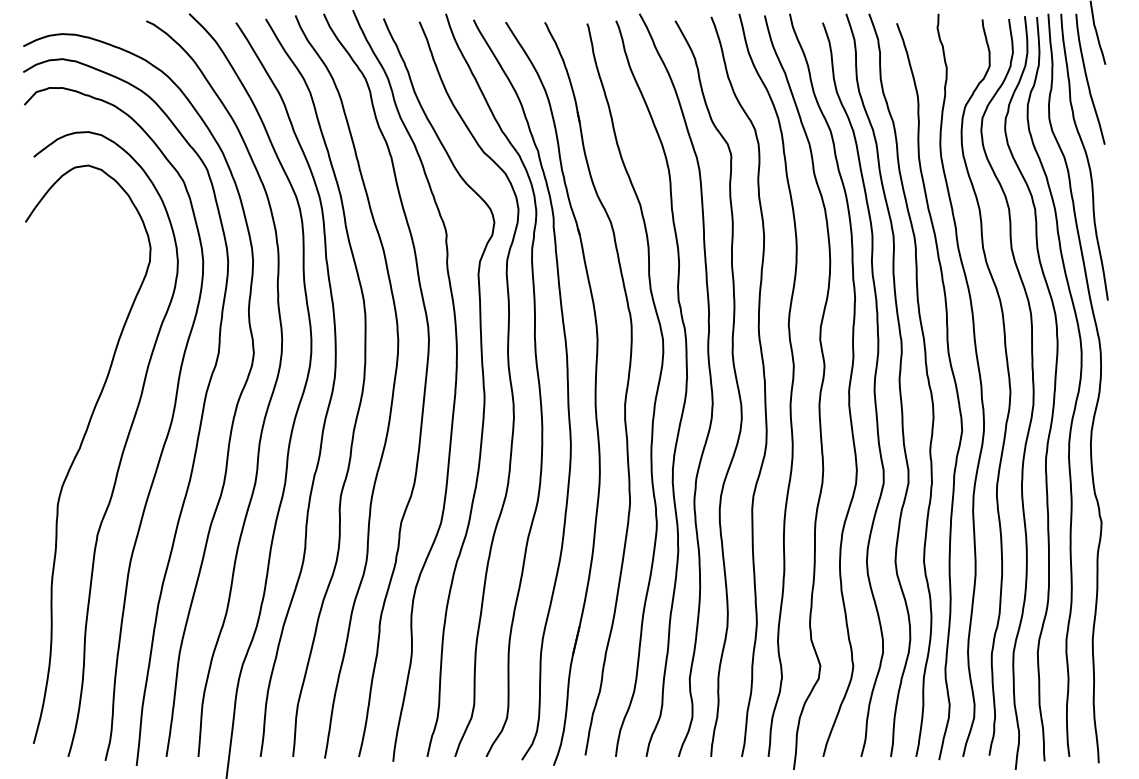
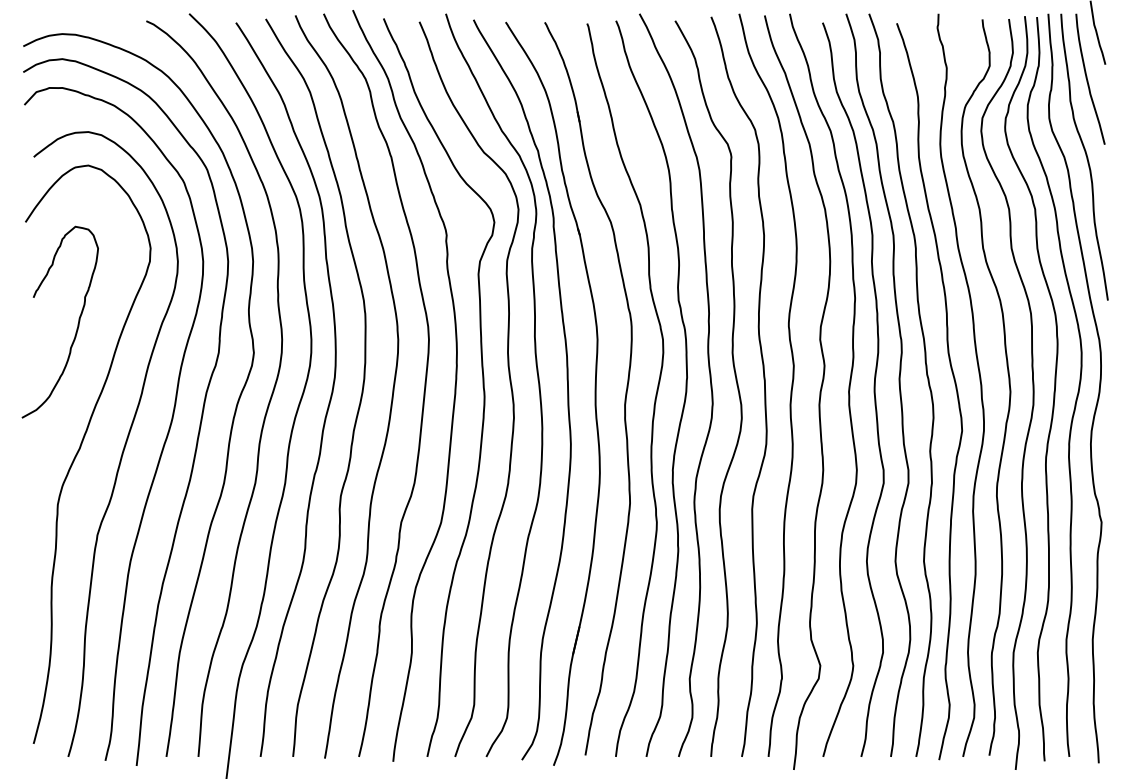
curve at (77, 323): none -> present
